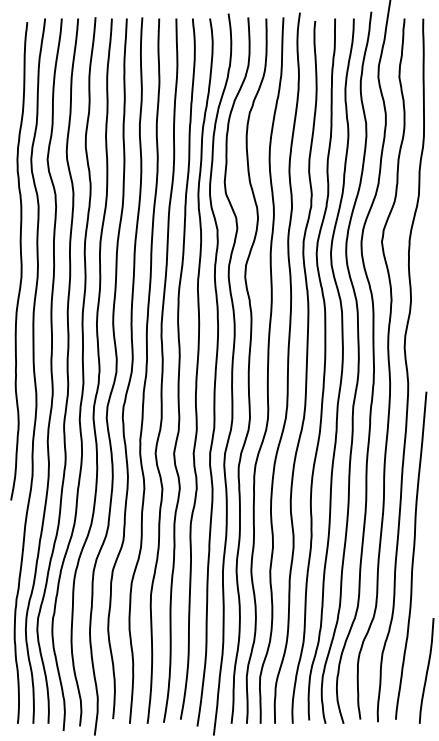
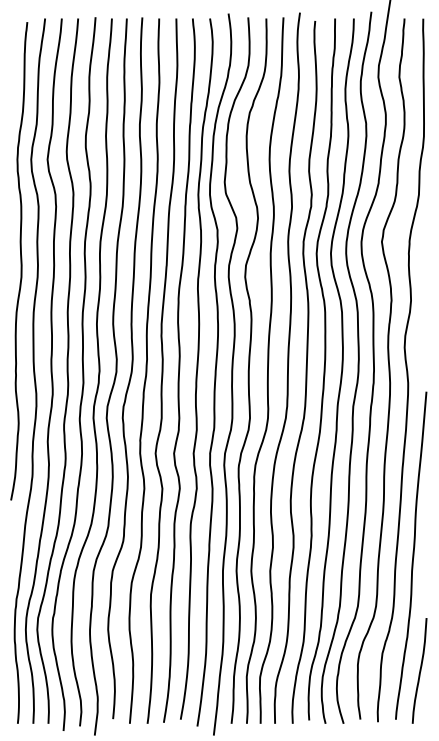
curve at (426, 670) position: (426, 670) -> (419, 670)
